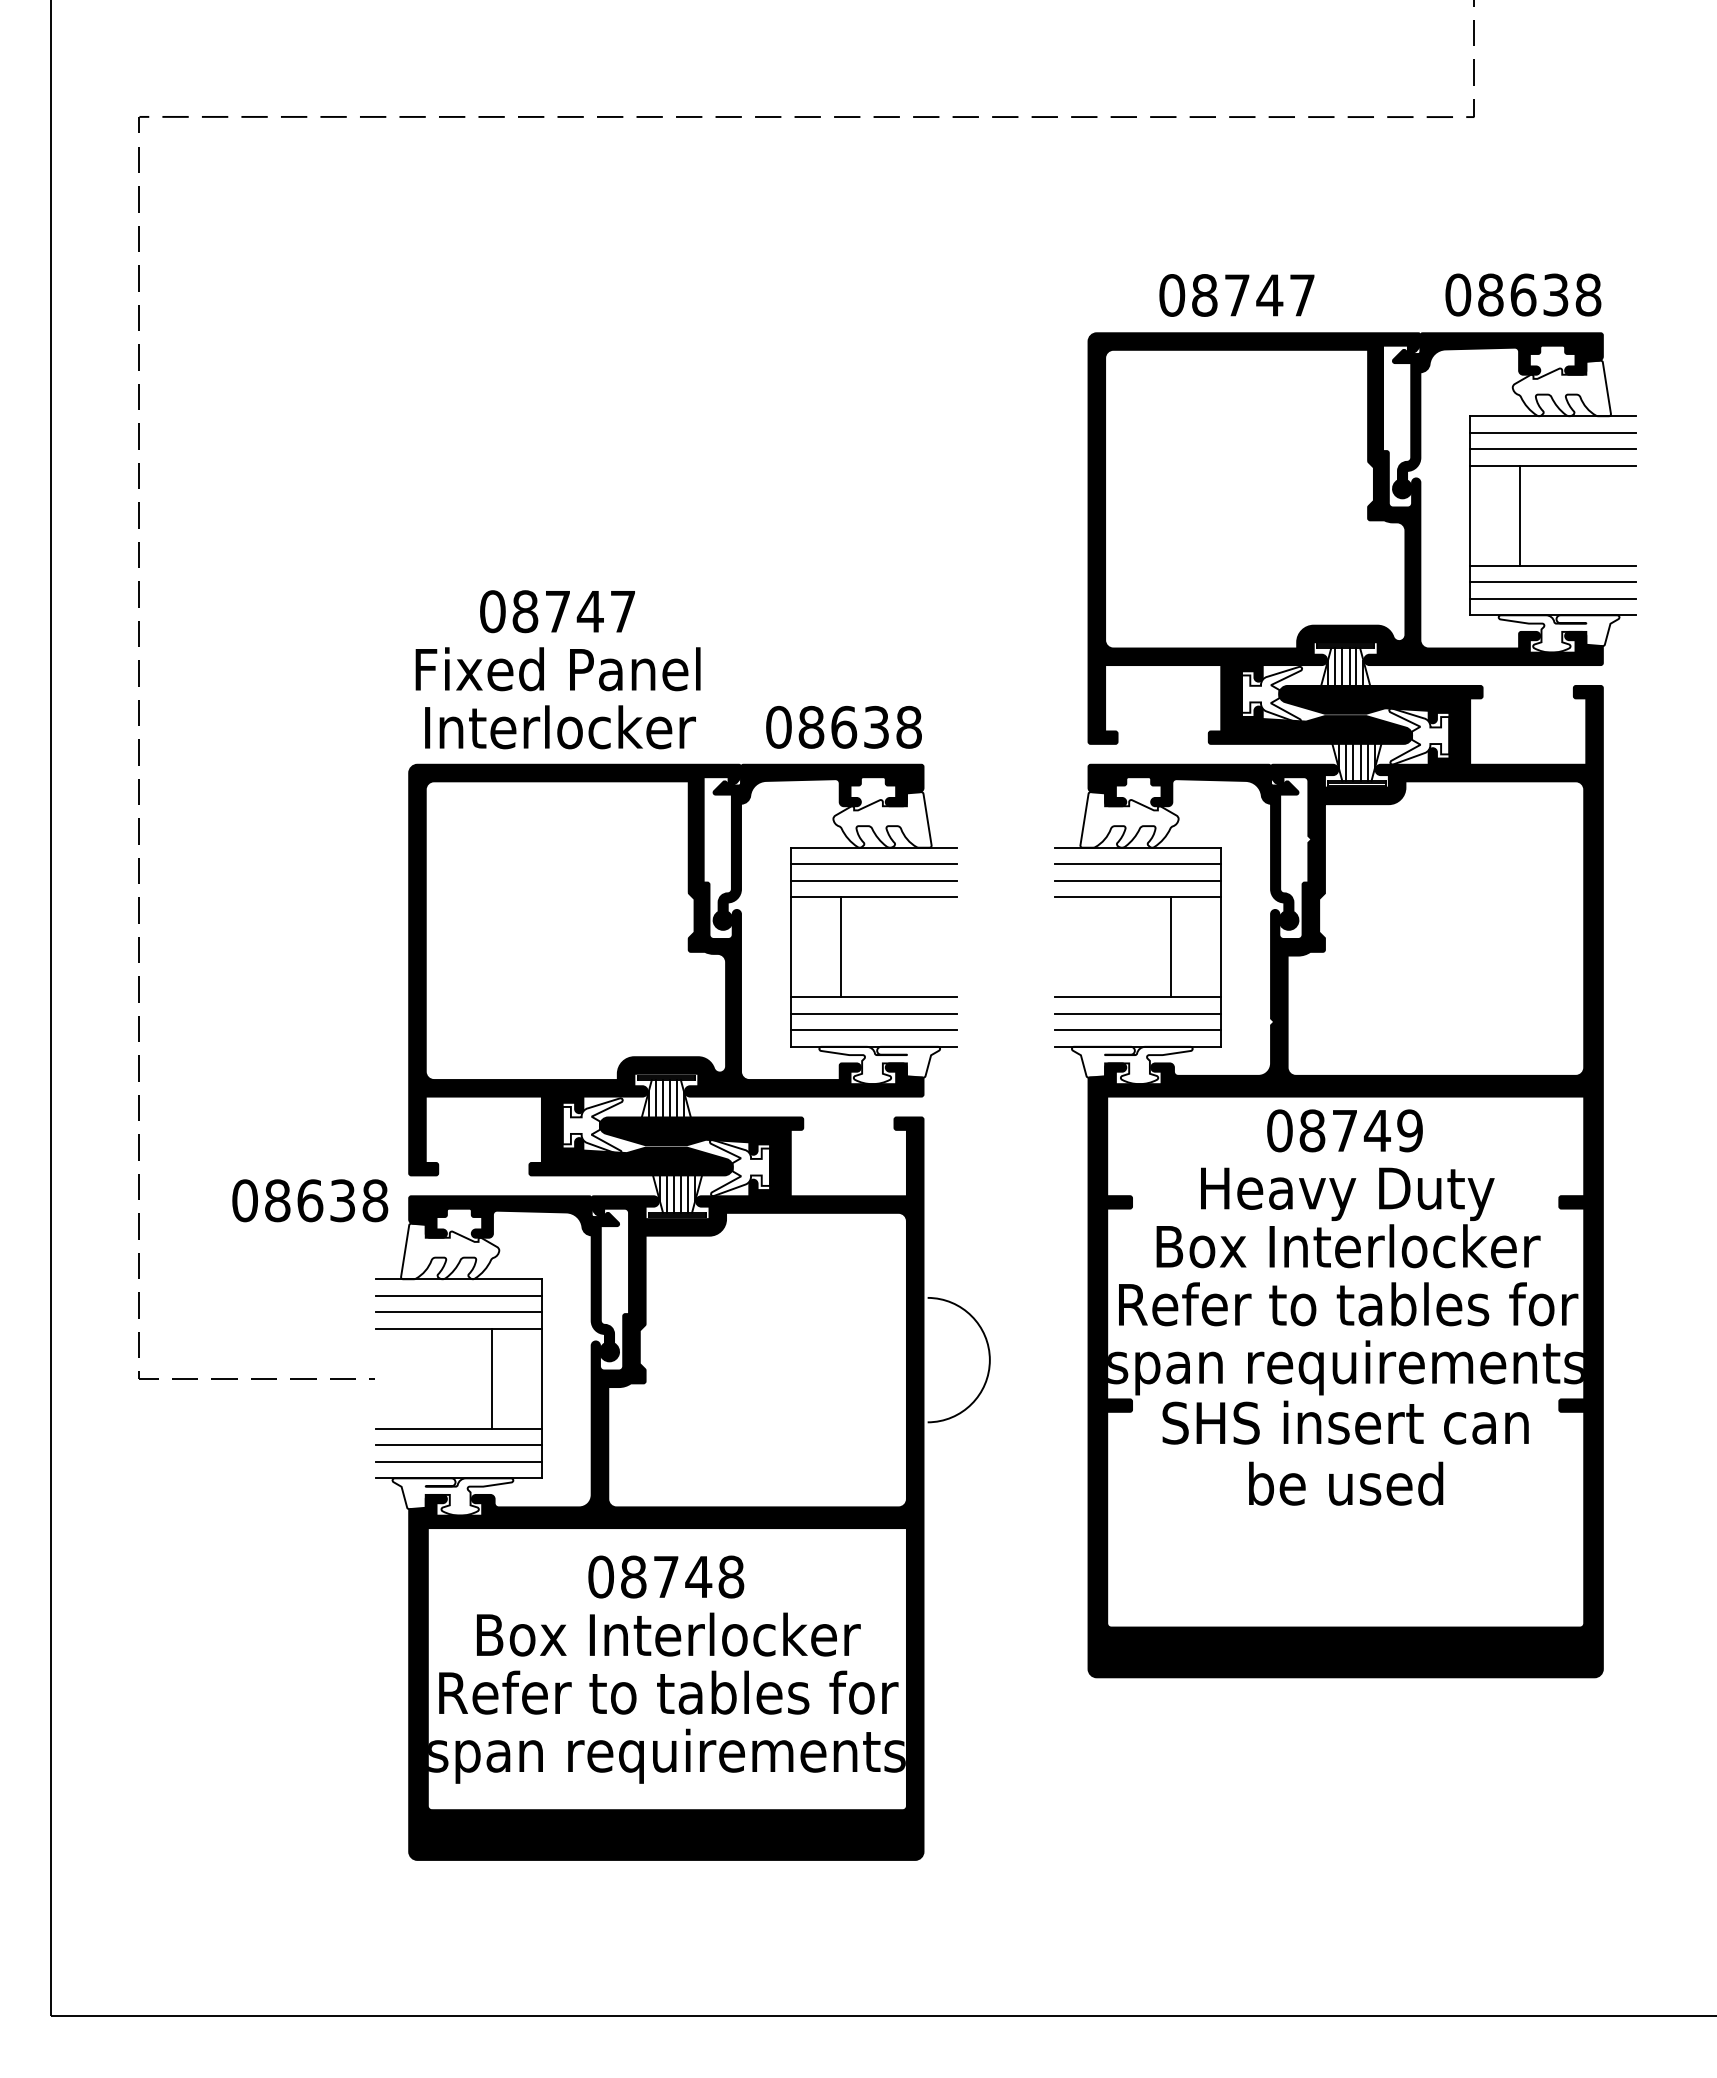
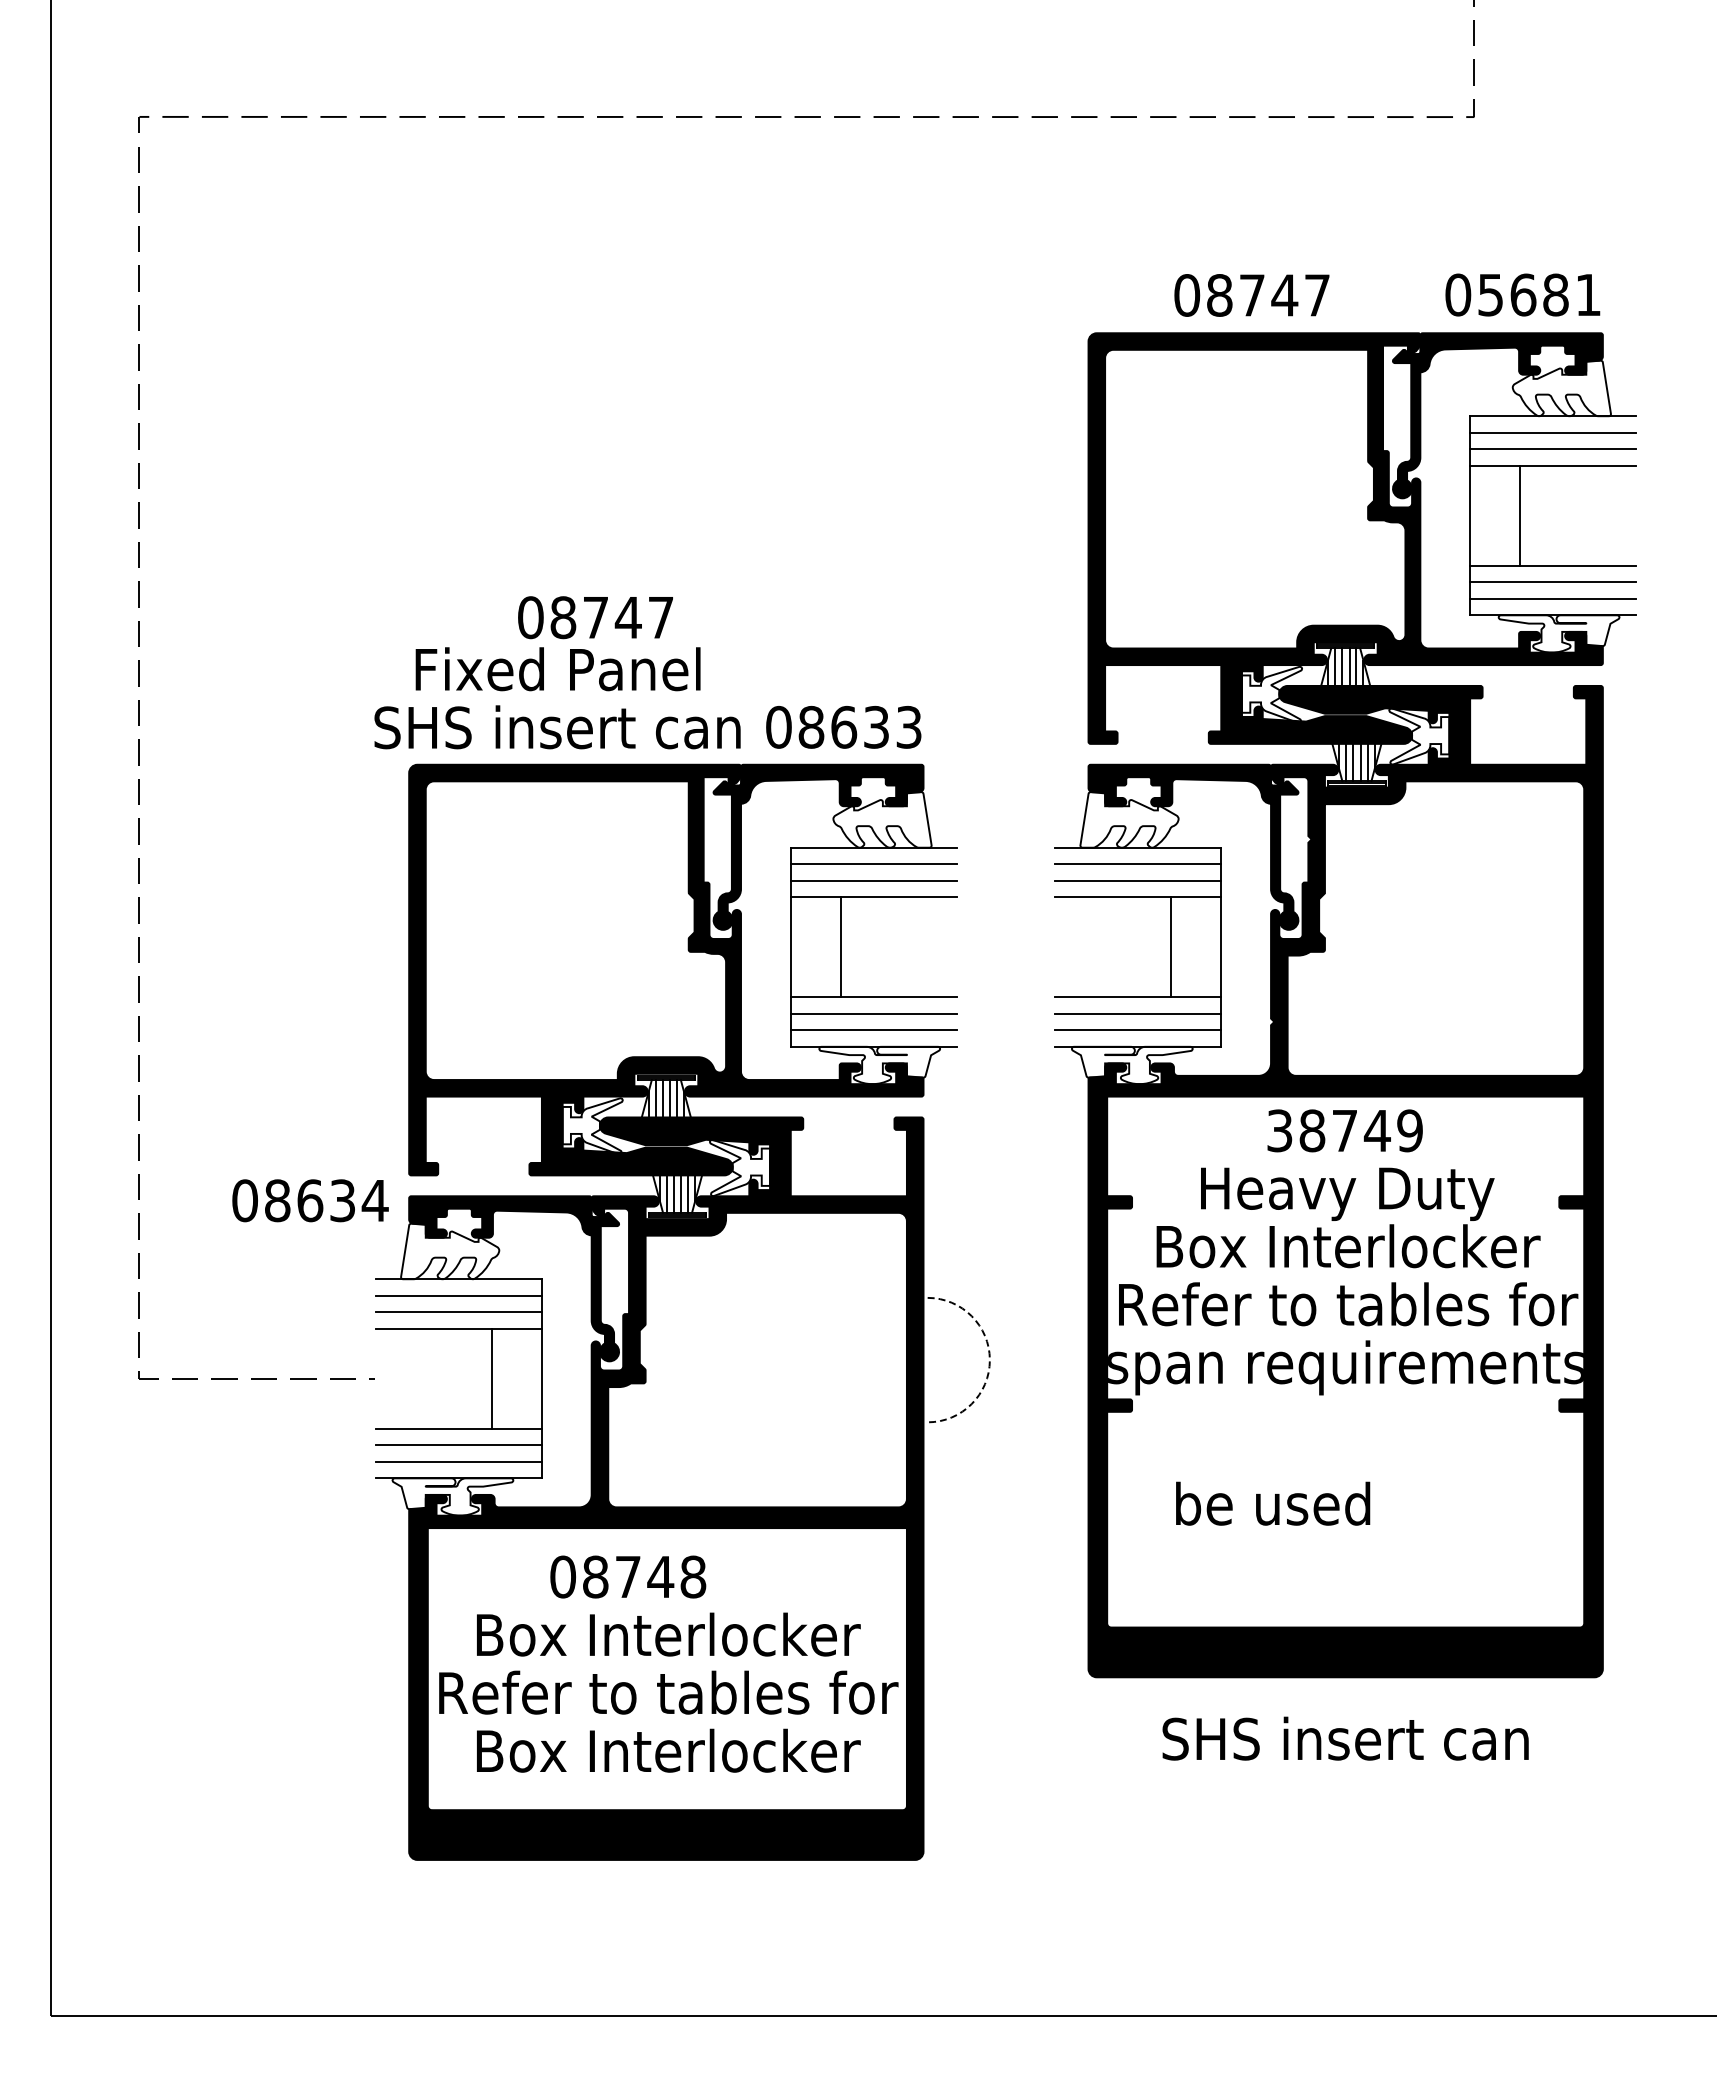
text at (1539, 294): 08638 -> 05681
text at (1236, 295) position: (1236, 295) -> (1251, 295)
text at (557, 611) position: (557, 611) -> (595, 617)
text at (557, 727): Interlocker -> SHS insert can
text at (908, 727): 08638 -> 08633
text at (1279, 1130): 08749 -> 38749
text at (374, 1200): 08638 -> 08634
line at (989, 1360): solid -> dashed
text at (1345, 1422) position: (1345, 1422) -> (1345, 1738)
text at (1346, 1483) position: (1346, 1483) -> (1273, 1503)
text at (666, 1576) position: (666, 1576) -> (628, 1576)
text at (666, 1755): span requirements -> Box Interlocker
